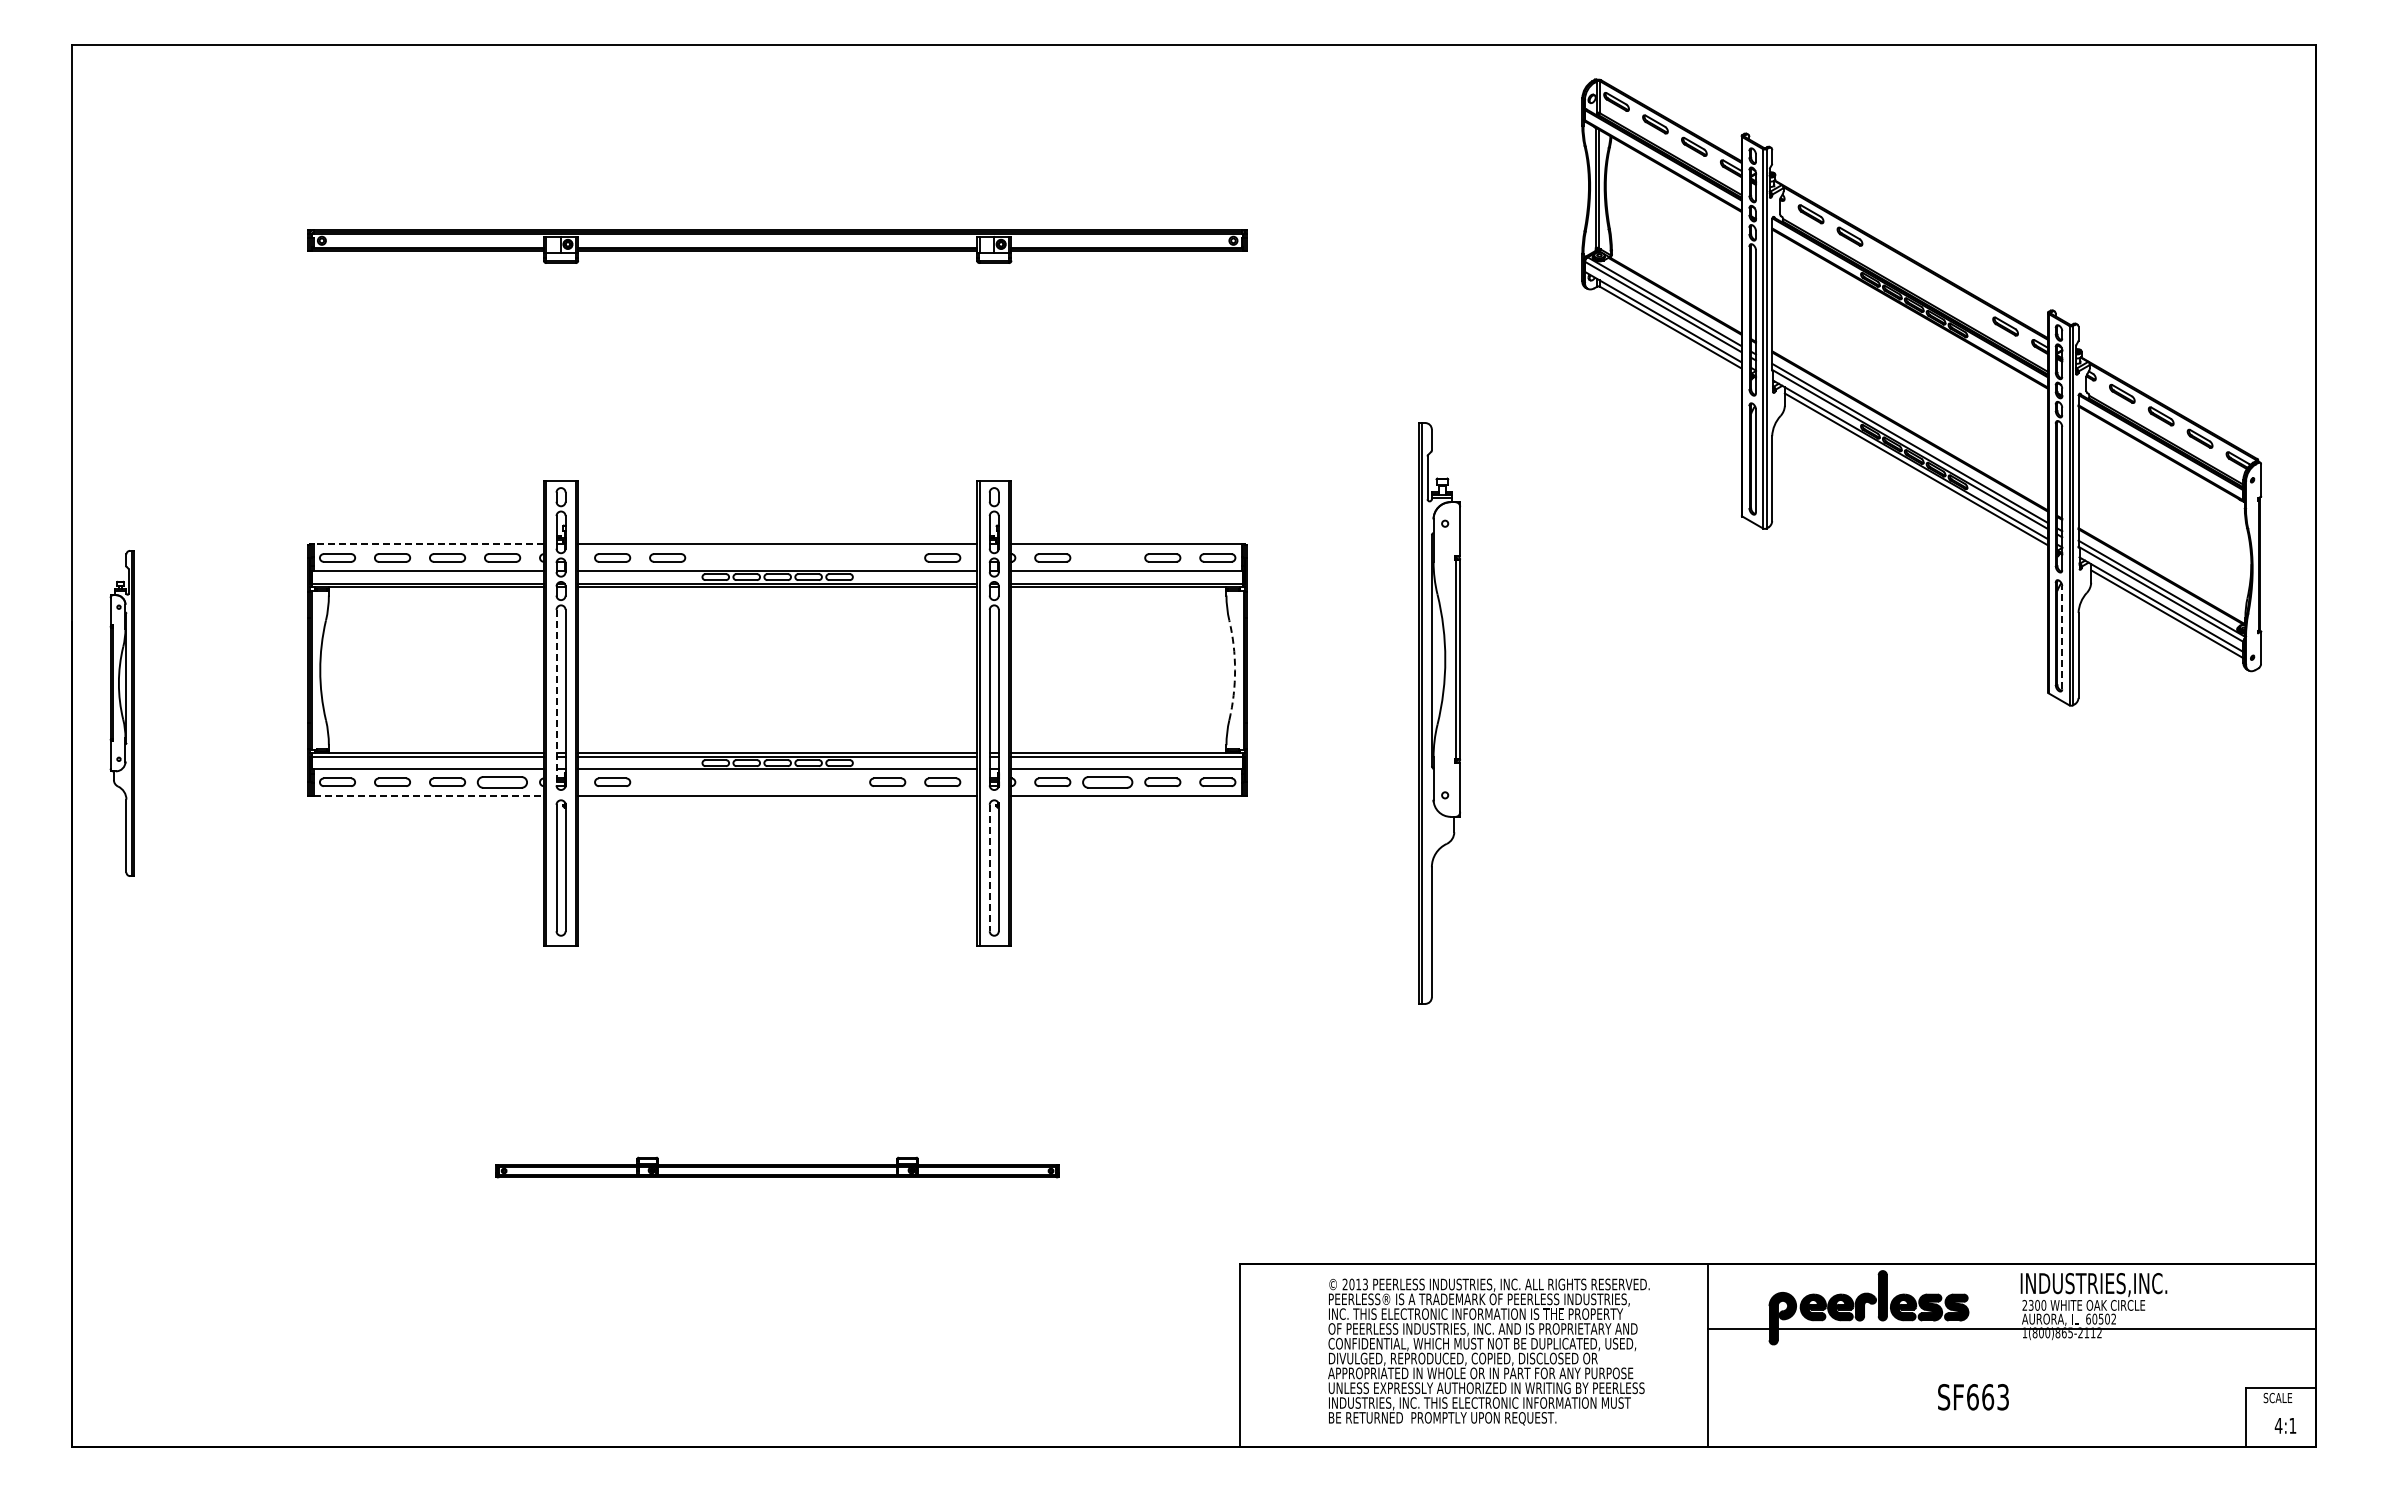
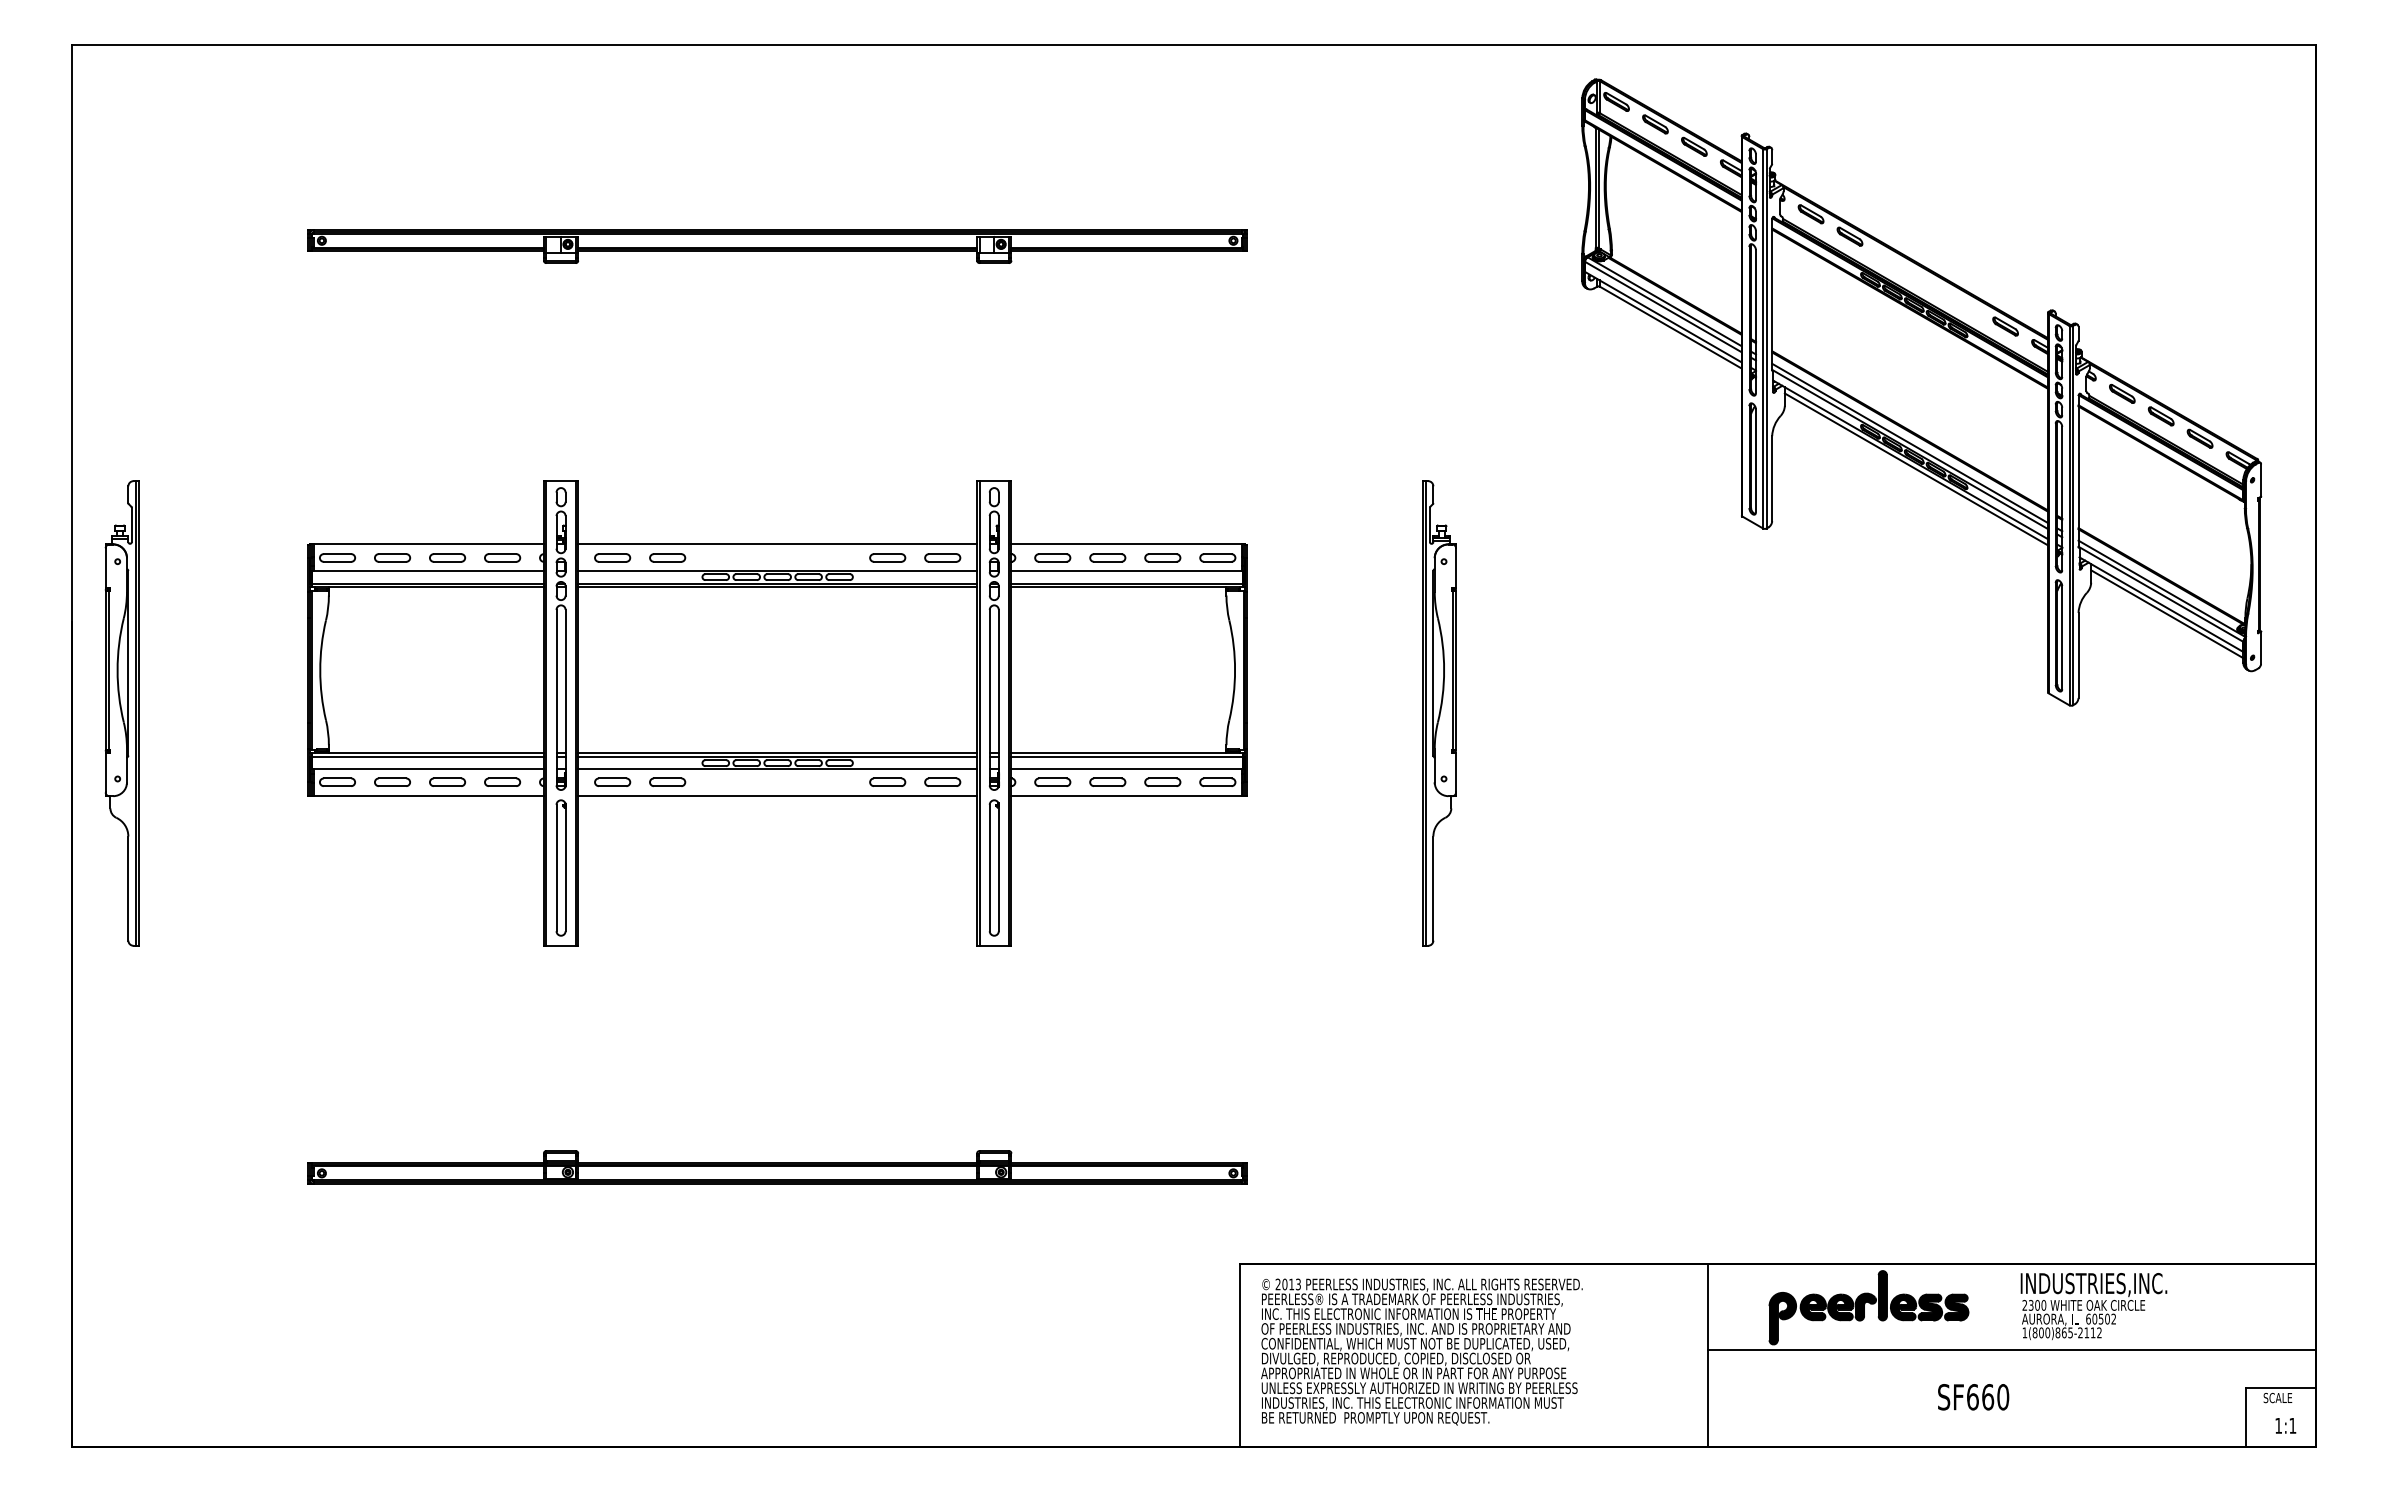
line at (428, 544): dashed -> solid
part at (887, 557): none -> present
part at (1107, 557): none -> present
line at (2062, 637): dashed -> solid
arc at (1235, 670): dashed -> solid
line at (556, 697): dashed -> solid
part at (121, 713) size: 26x327 px -> 36x467 px
part at (1439, 713) size: 43x583 px -> 35x467 px
part at (667, 781): none -> present
part at (501, 782) size: 52x13 px -> 38x10 px
part at (1107, 782) size: 52x13 px -> 38x10 px
line at (429, 795): dashed -> solid
line at (989, 868): dashed -> solid
part at (777, 1167) size: 565x23 px -> 941x35 px
line at (2012, 1328) position: (2012, 1328) -> (2012, 1349)
text at (1488, 1351) position: (1488, 1351) -> (1421, 1351)
text at (2003, 1397): SF663 -> SF660
text at (2278, 1425): 4:1 -> 1:1
